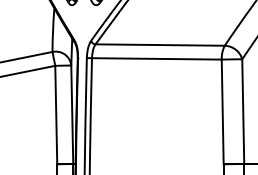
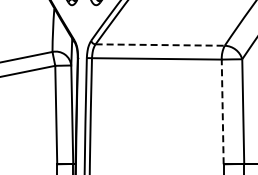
line at (160, 45): solid -> dashed
line at (222, 111): solid -> dashed
